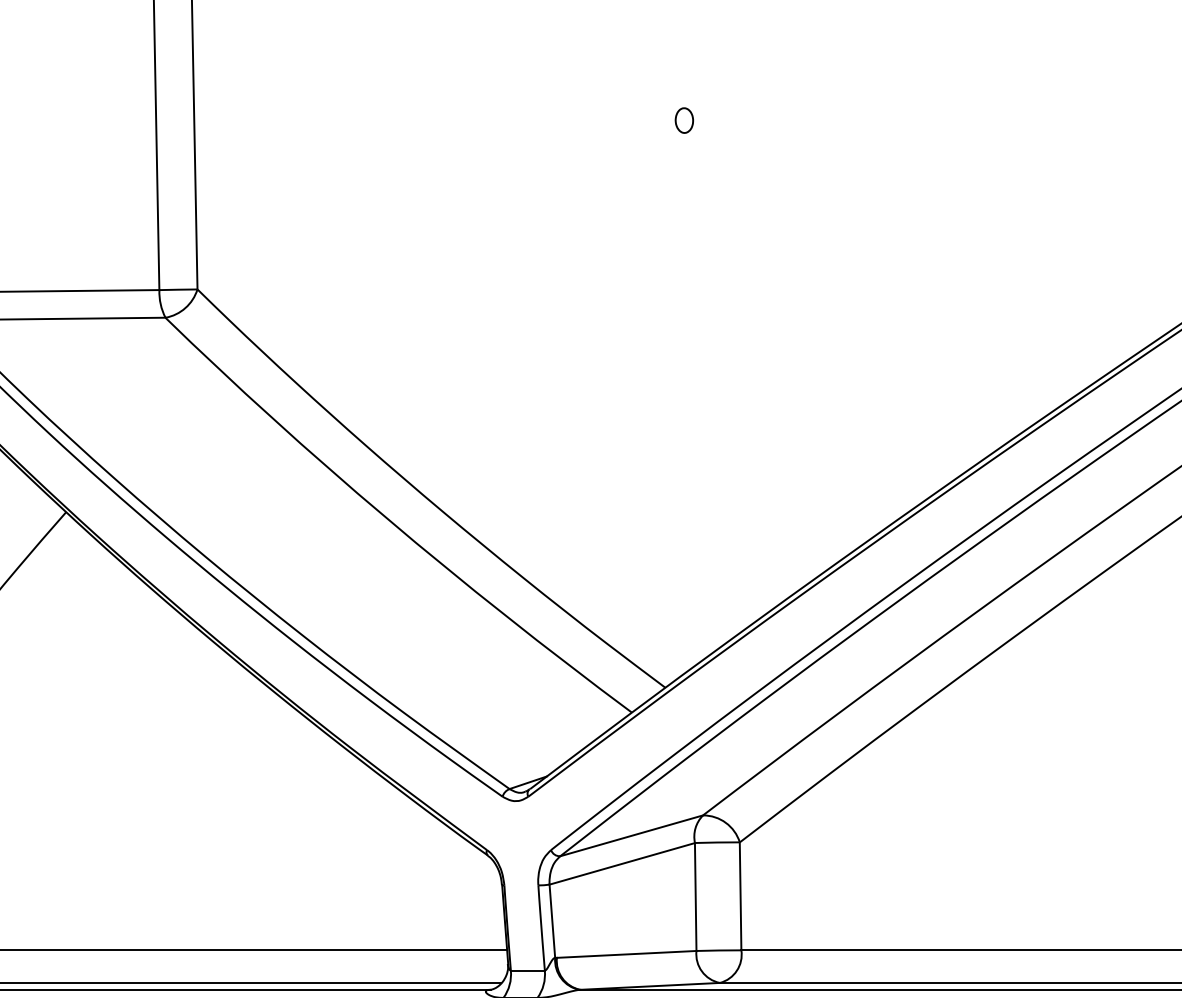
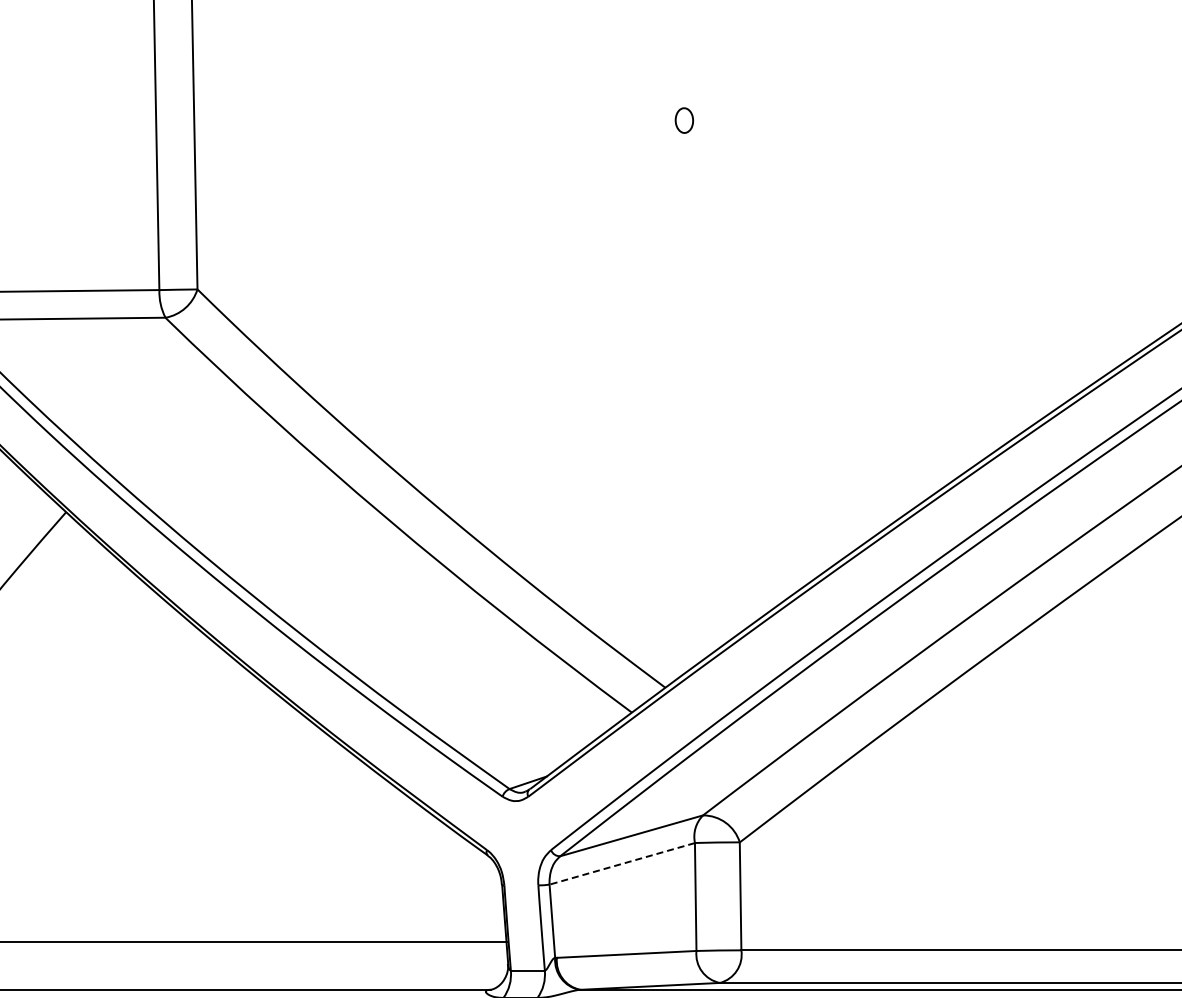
line at (622, 863): solid -> dashed
line at (254, 950) position: (254, 950) -> (254, 942)
line at (251, 982): present -> none
